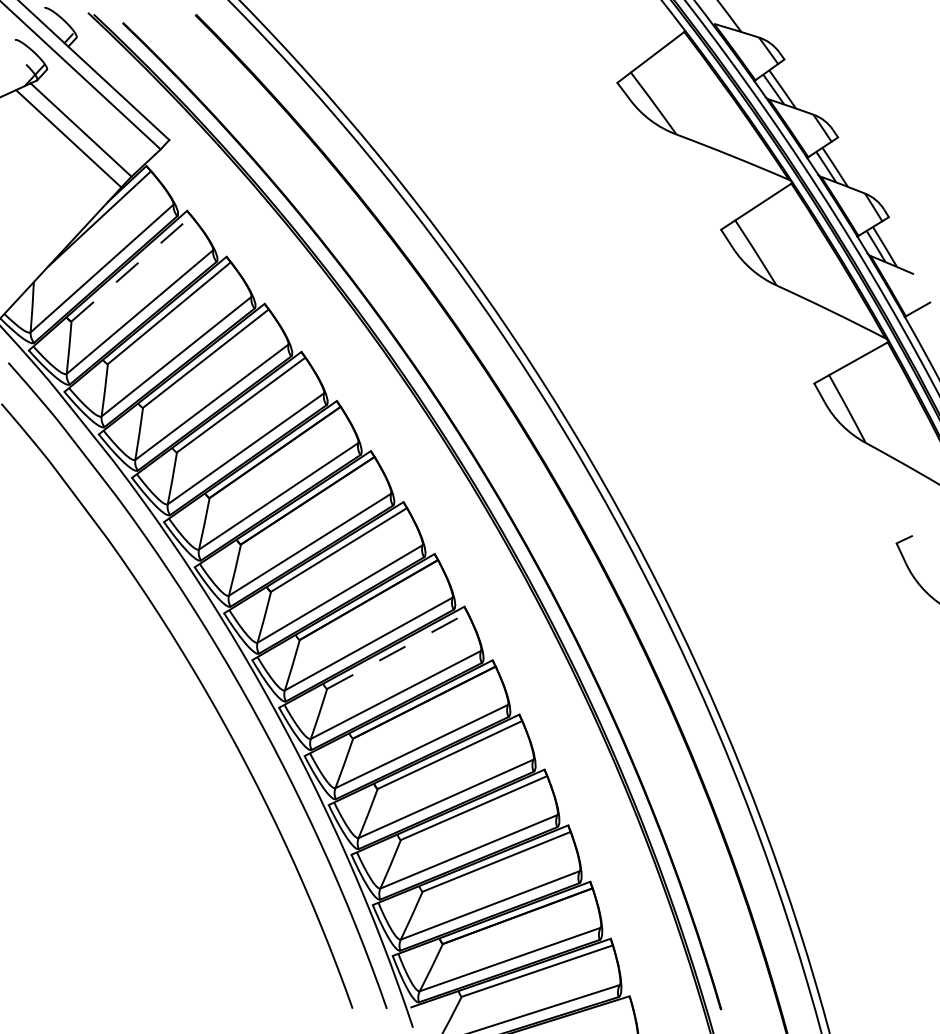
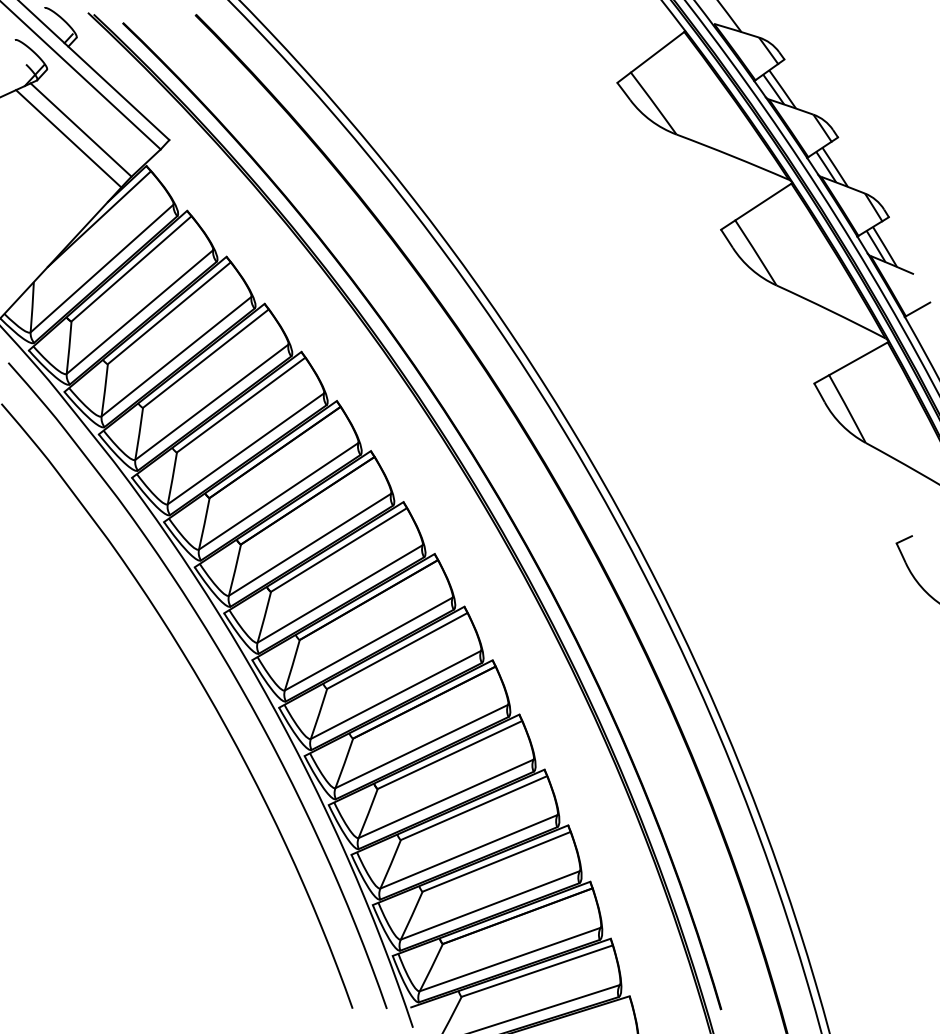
line at (131, 268): dashed -> solid
line at (397, 650): dashed -> solid
